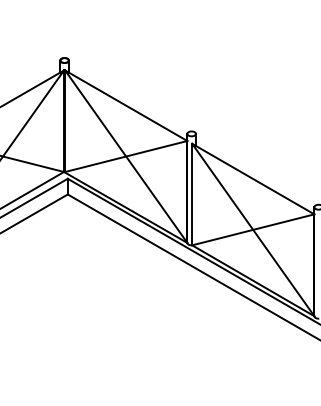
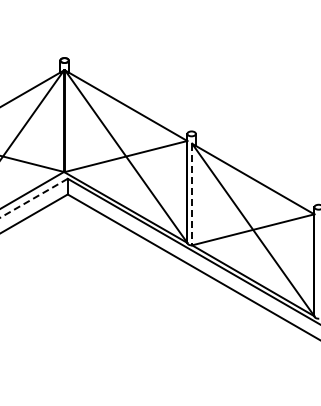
line at (192, 194): solid -> dashed
line at (34, 198): solid -> dashed
